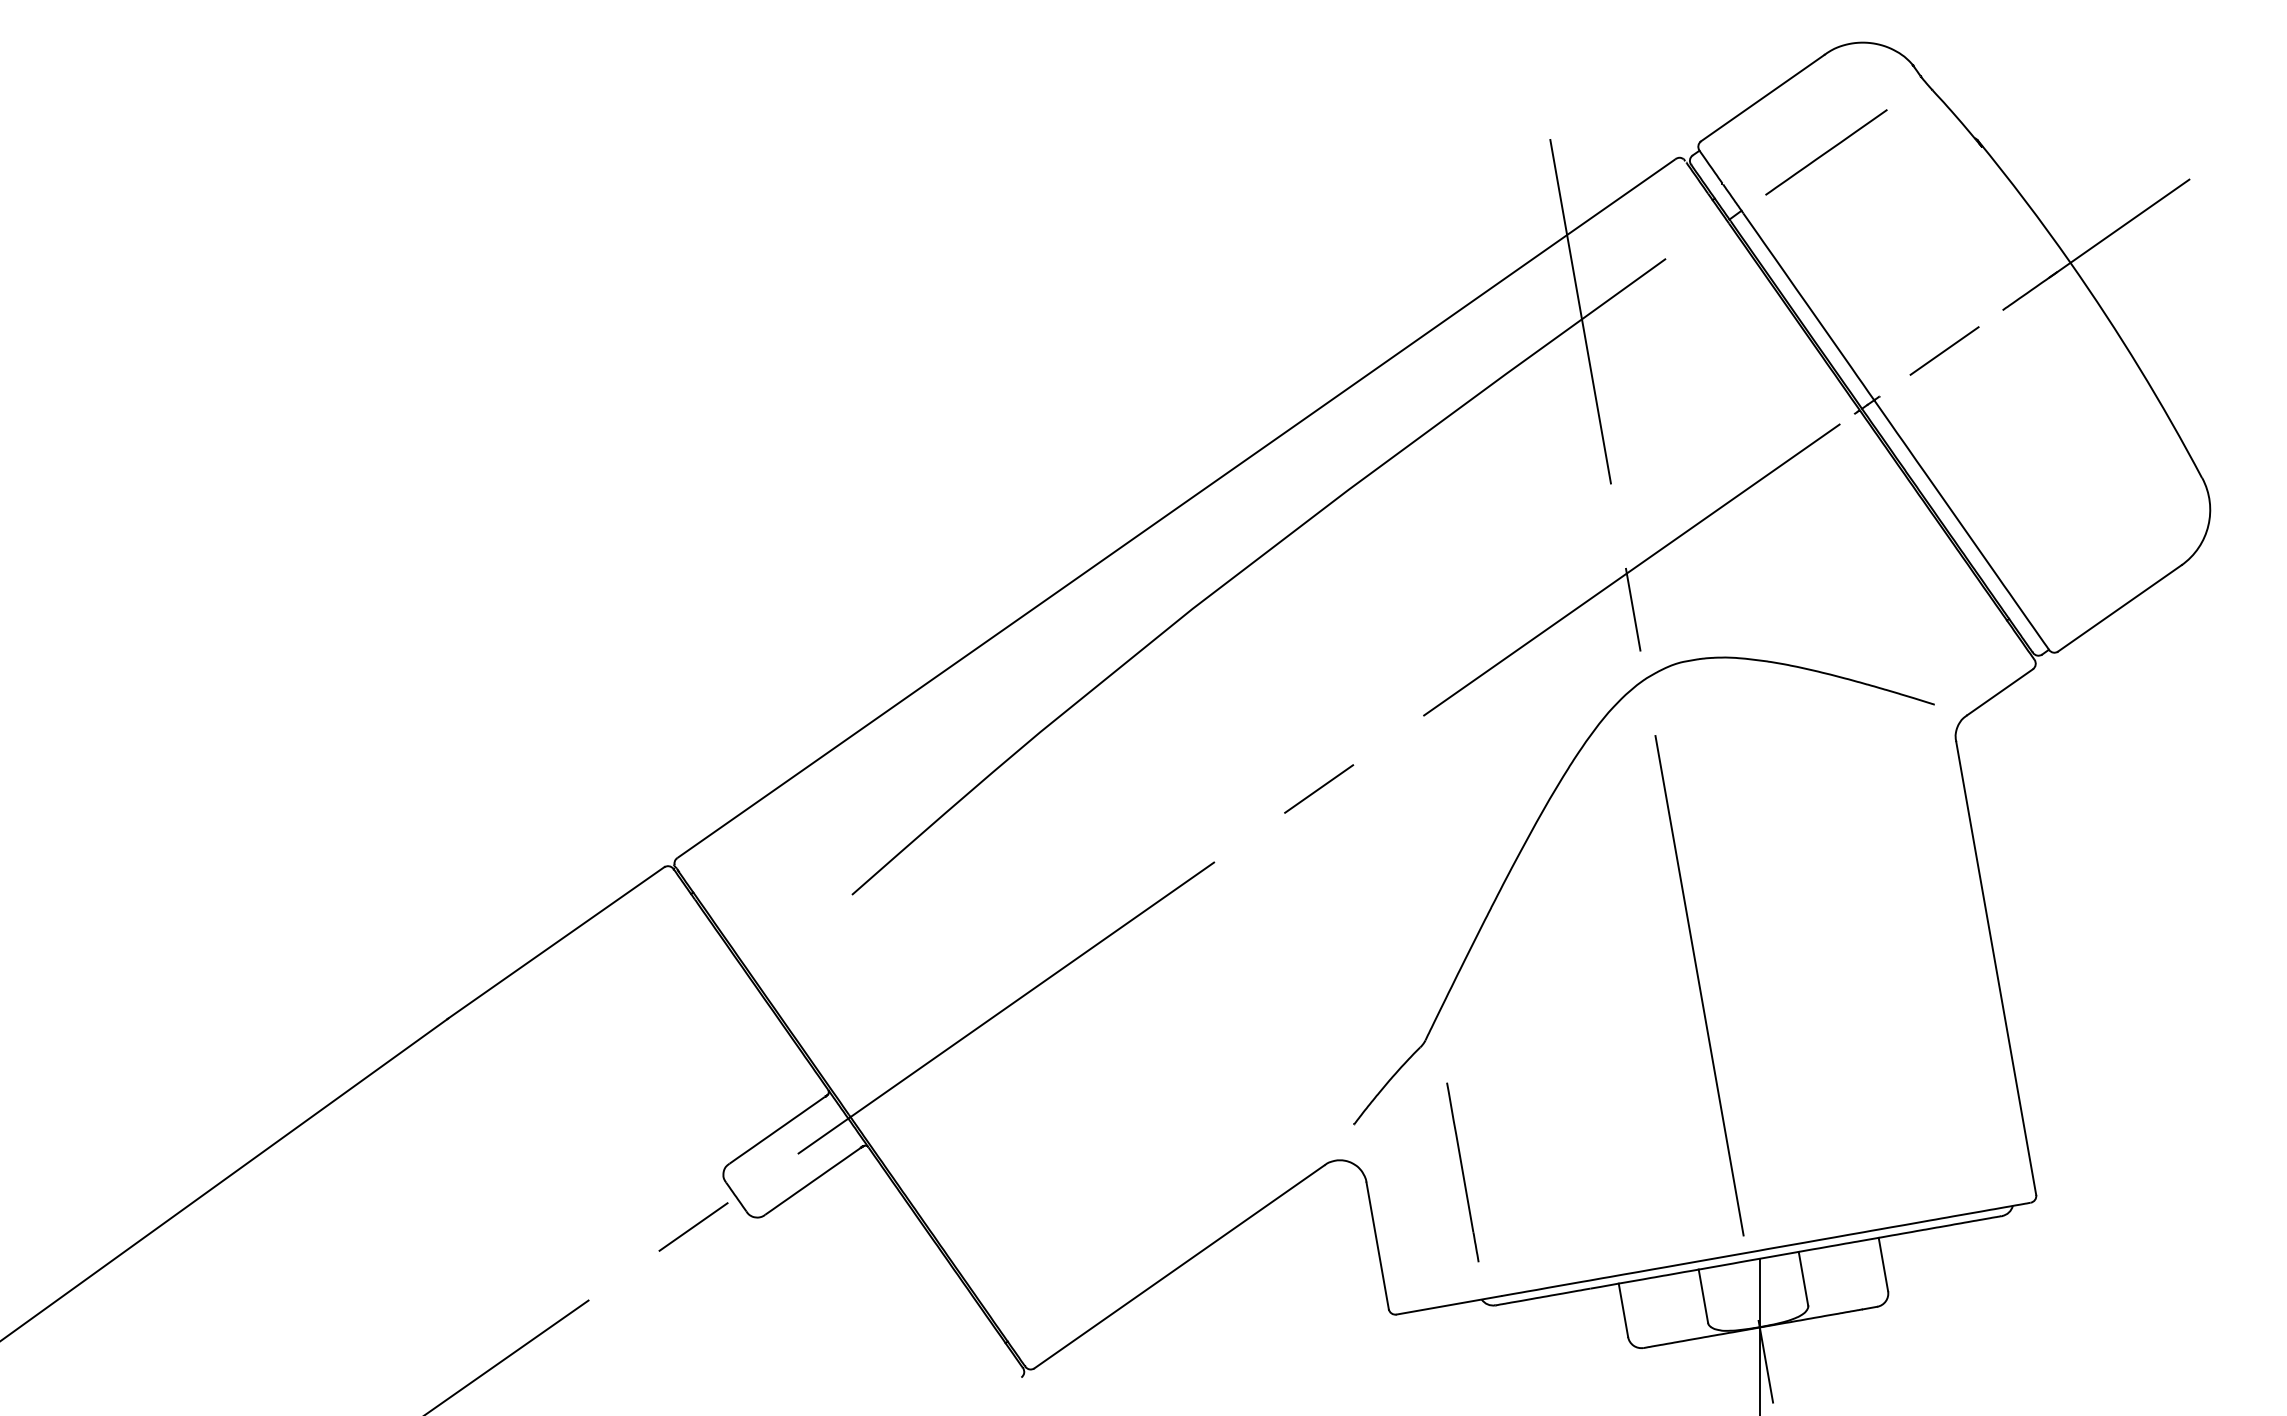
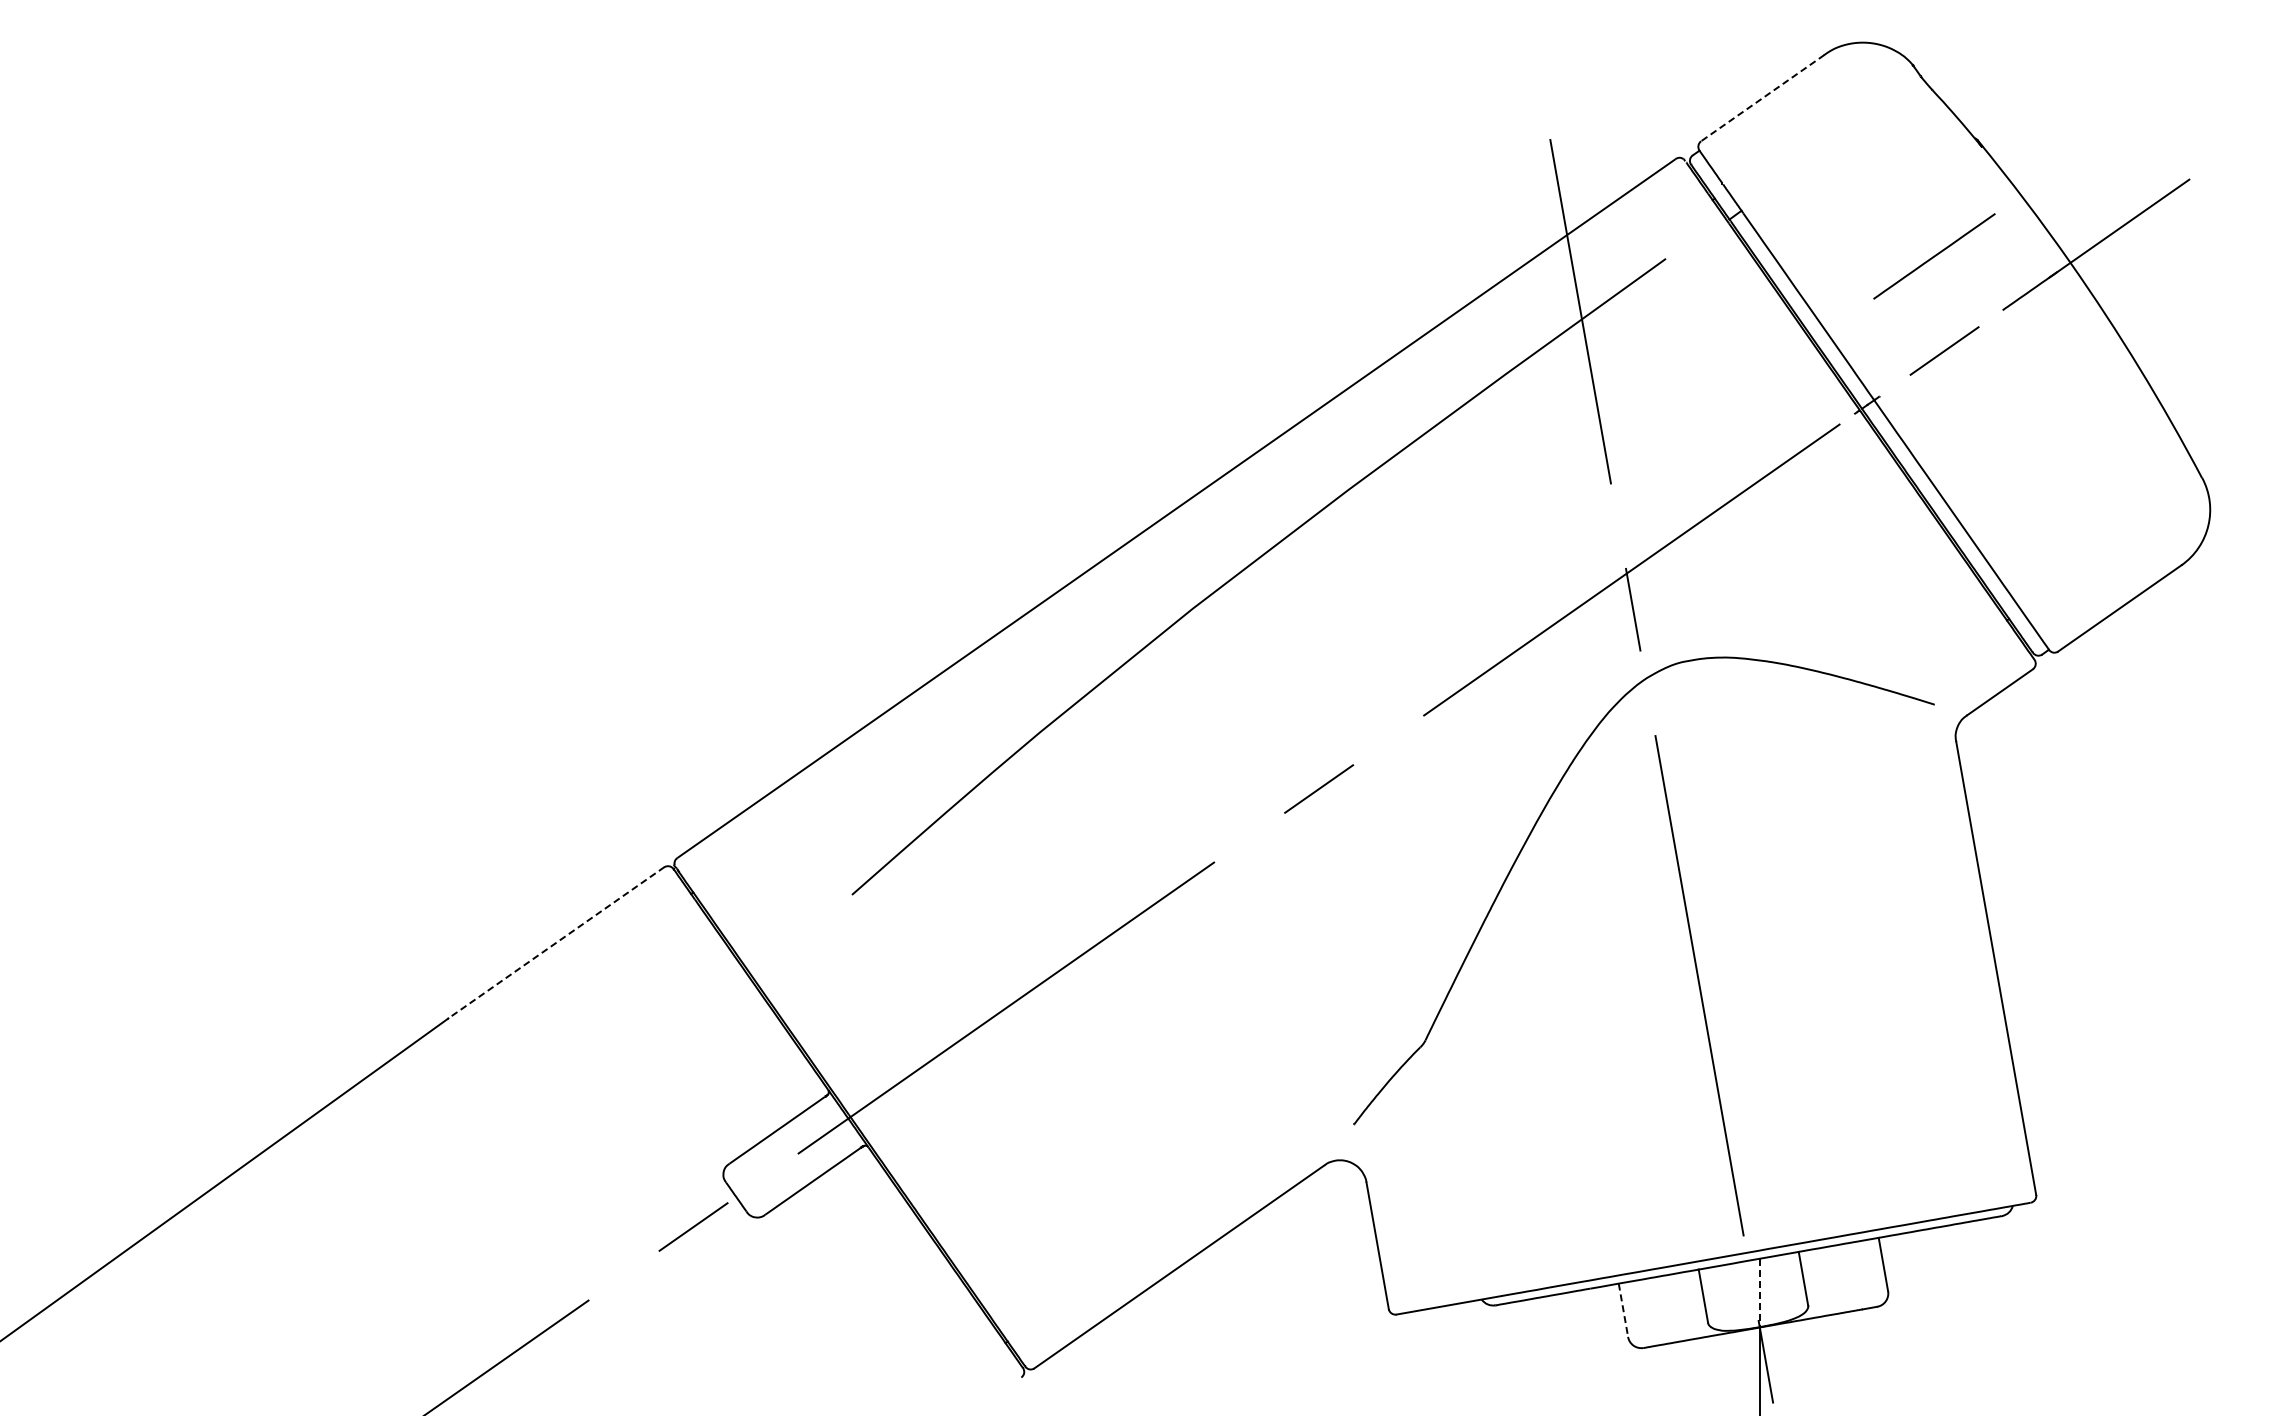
line at (1762, 98): solid -> dashed
line at (1826, 152) position: (1826, 152) -> (1934, 256)
line at (556, 943): solid -> dashed
line at (1462, 1172): present -> none
line at (1759, 1293): solid -> dashed
line at (1623, 1310): solid -> dashed
